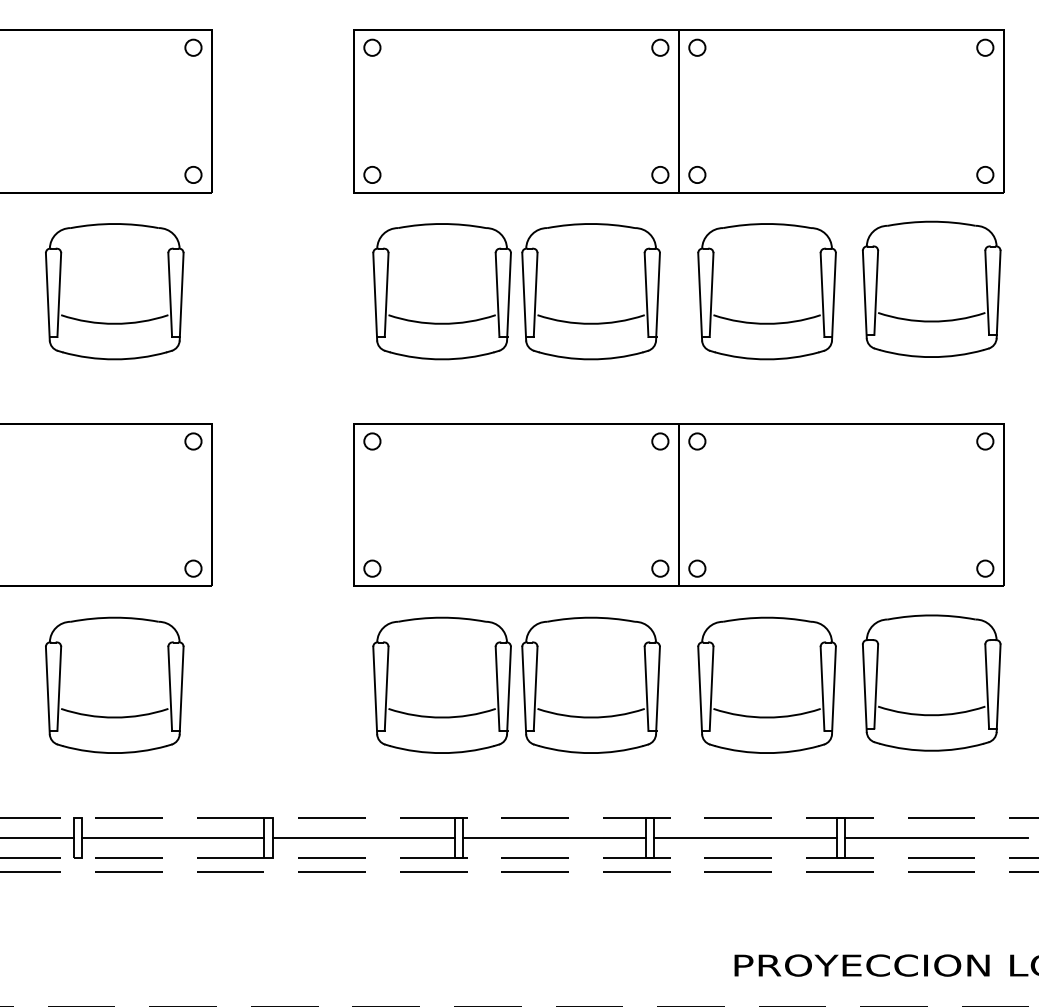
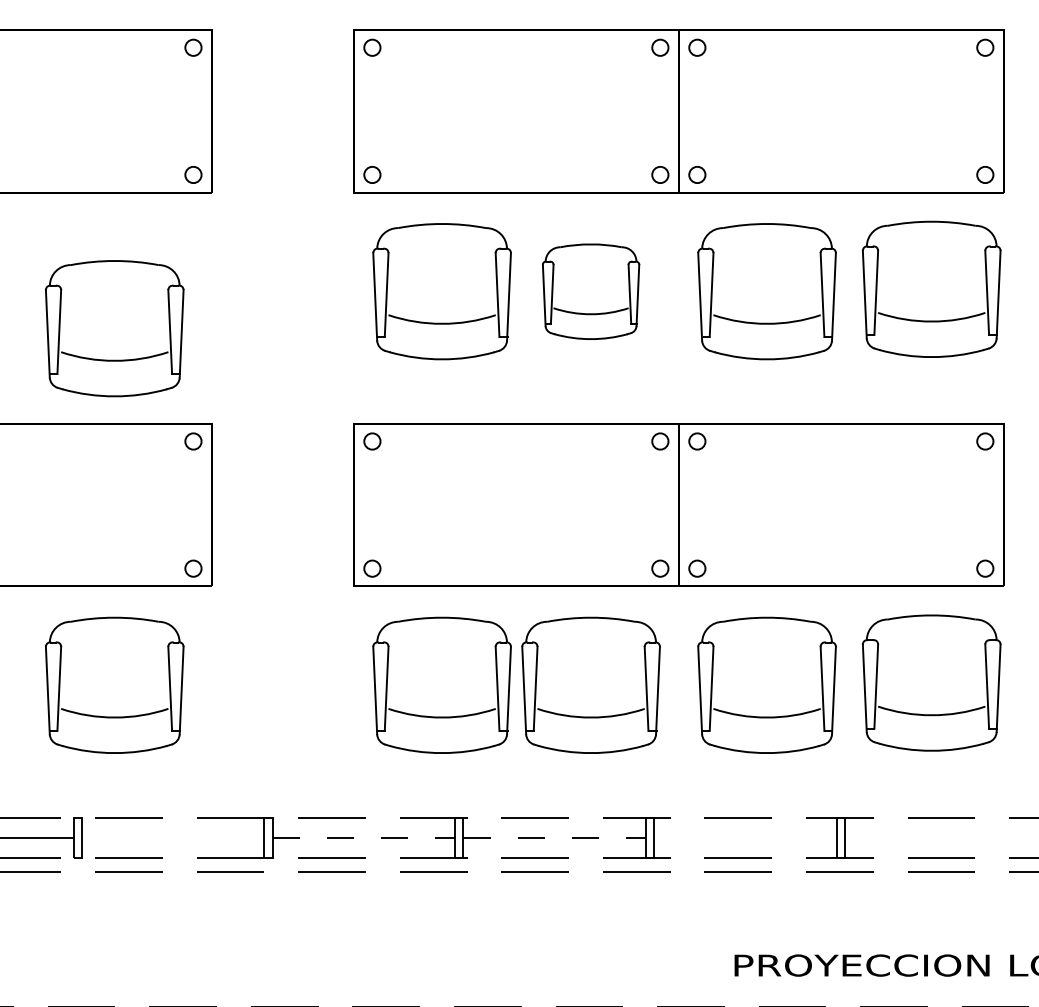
part at (114, 291) position: (114, 291) -> (114, 328)
part at (590, 291) size: 140x138 px -> 99x97 px
line at (172, 837): present -> none
line at (364, 837): solid -> dashed
line at (555, 837): solid -> dashed
line at (745, 837): present -> none
line at (936, 837): present -> none
